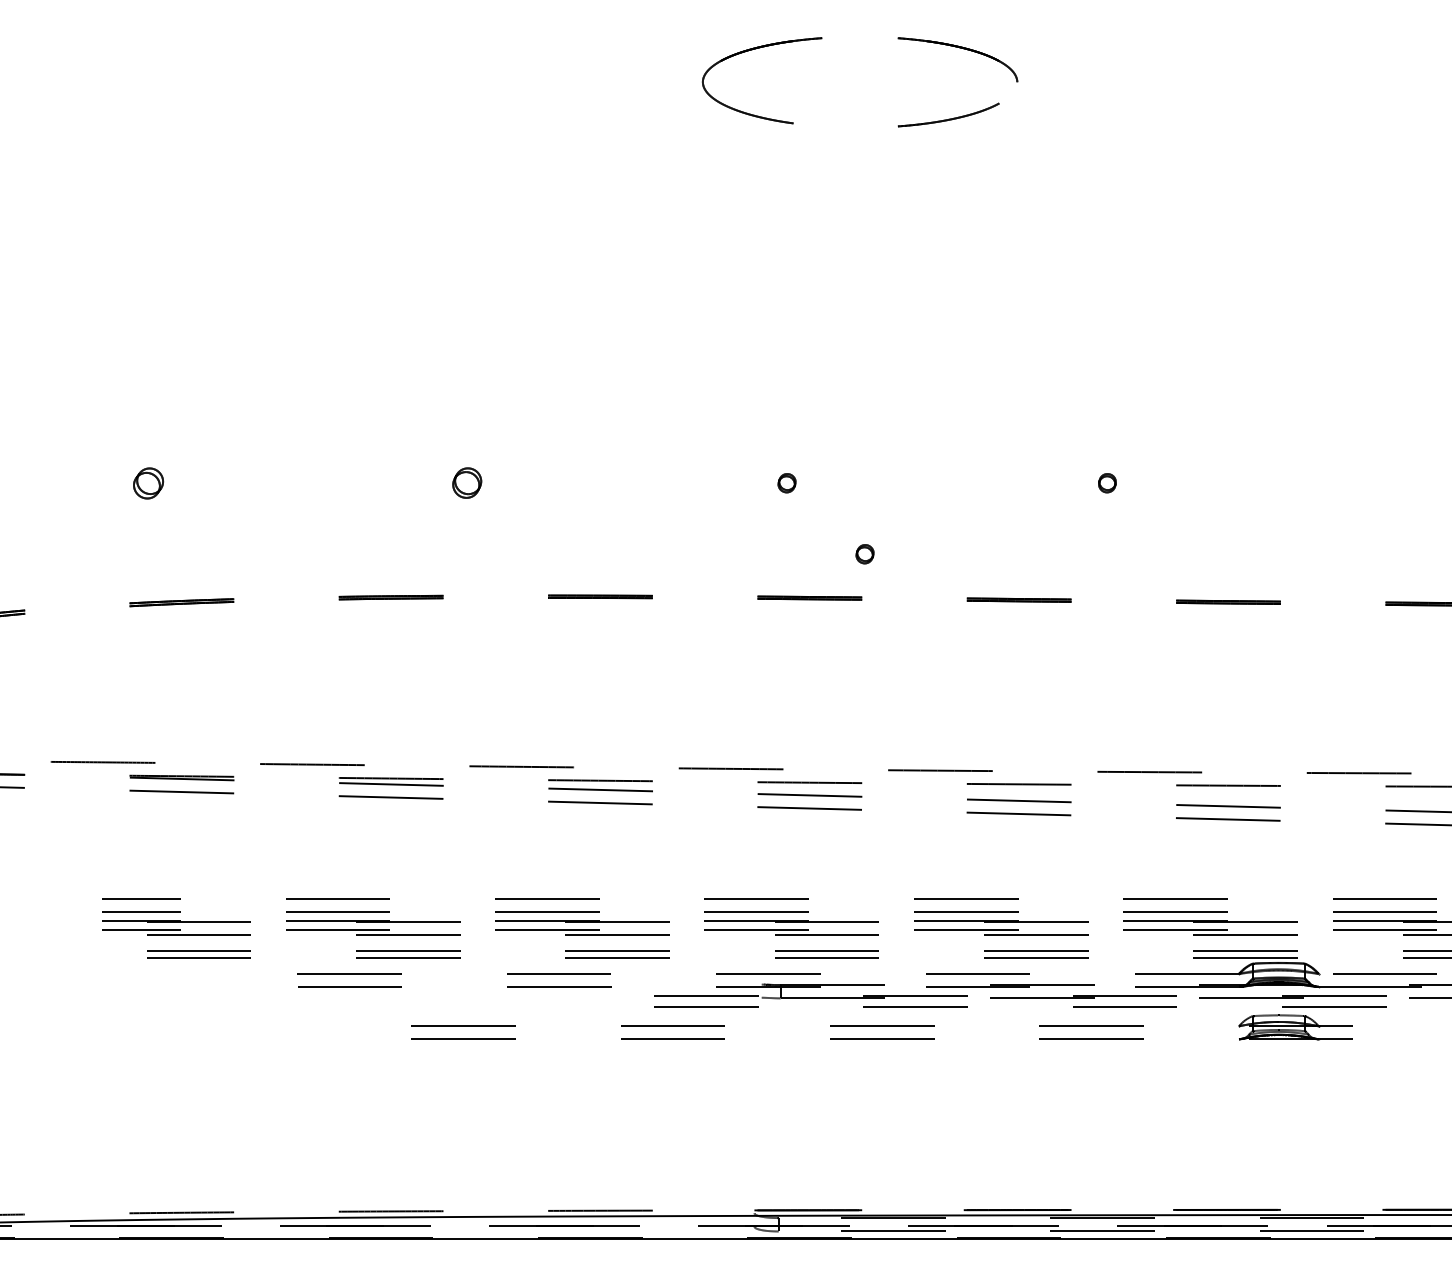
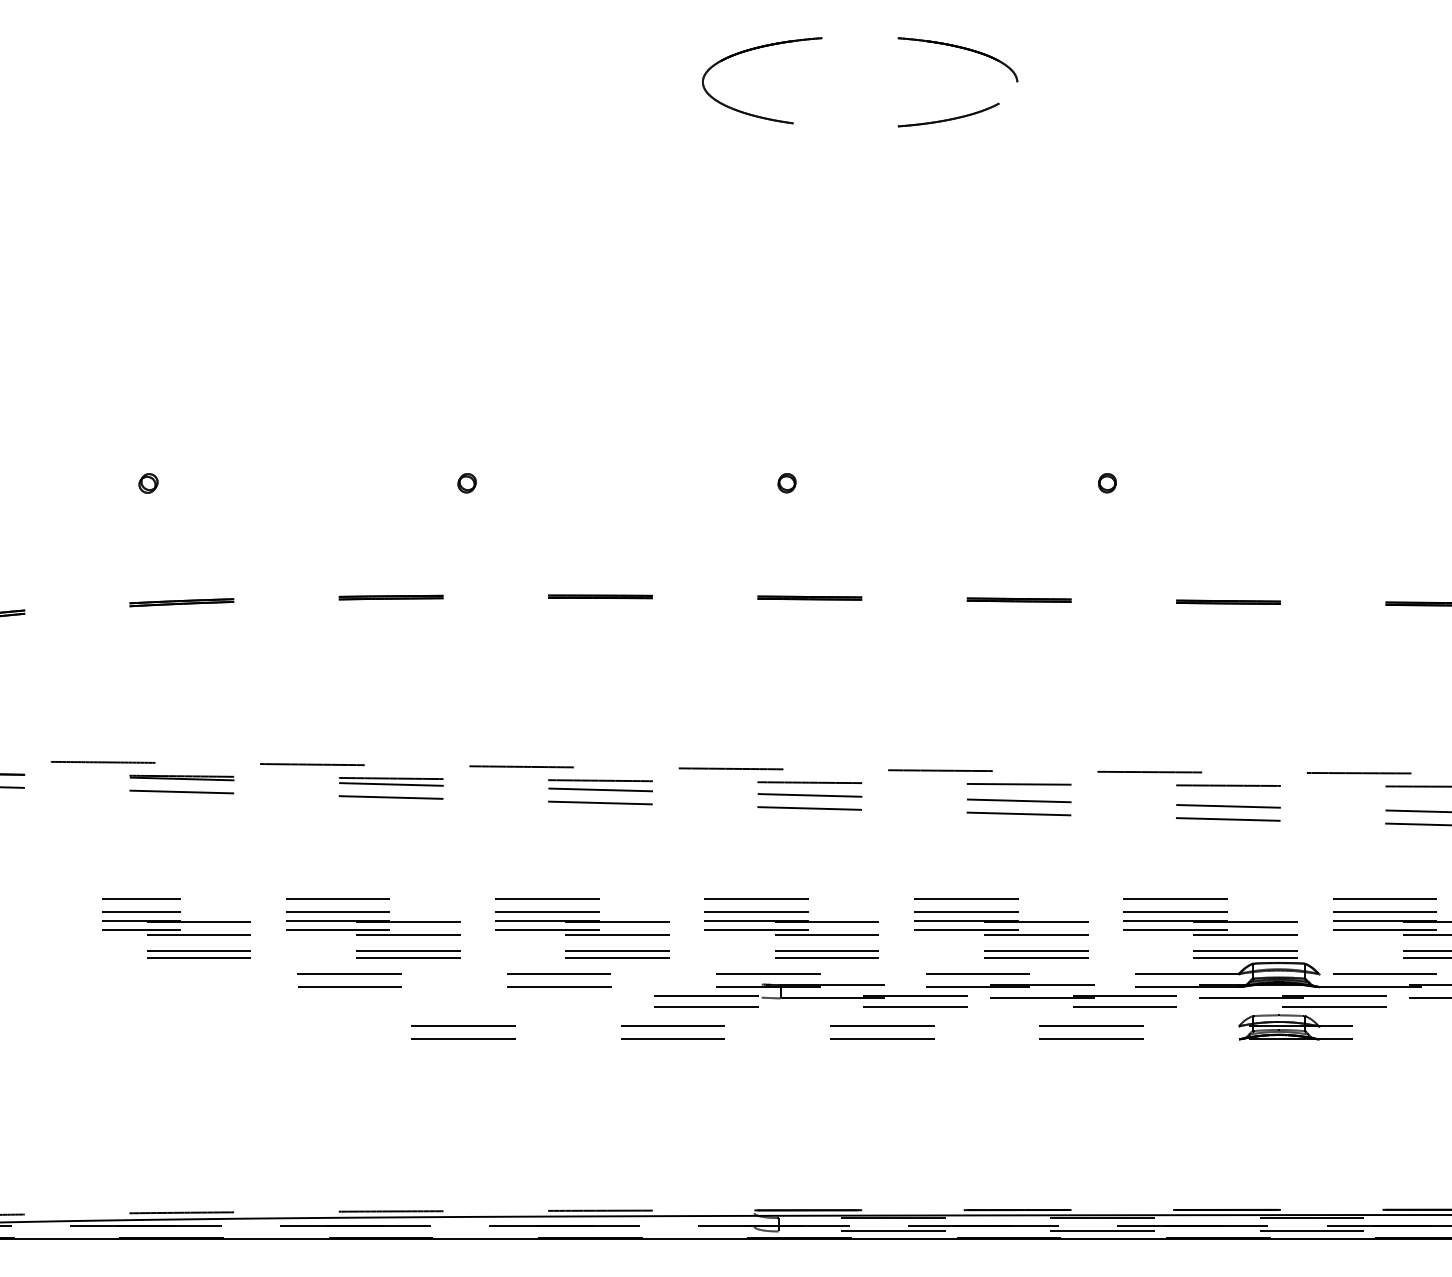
part at (467, 482) size: 31x32 px -> 20x21 px
part at (148, 483) size: 32x33 px -> 21x21 px
part at (864, 554): present -> none
